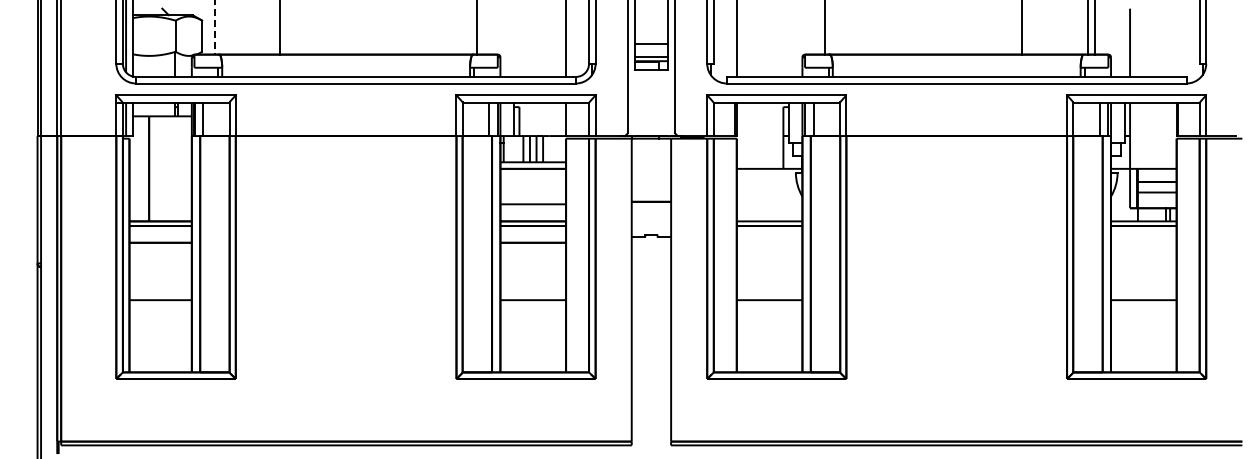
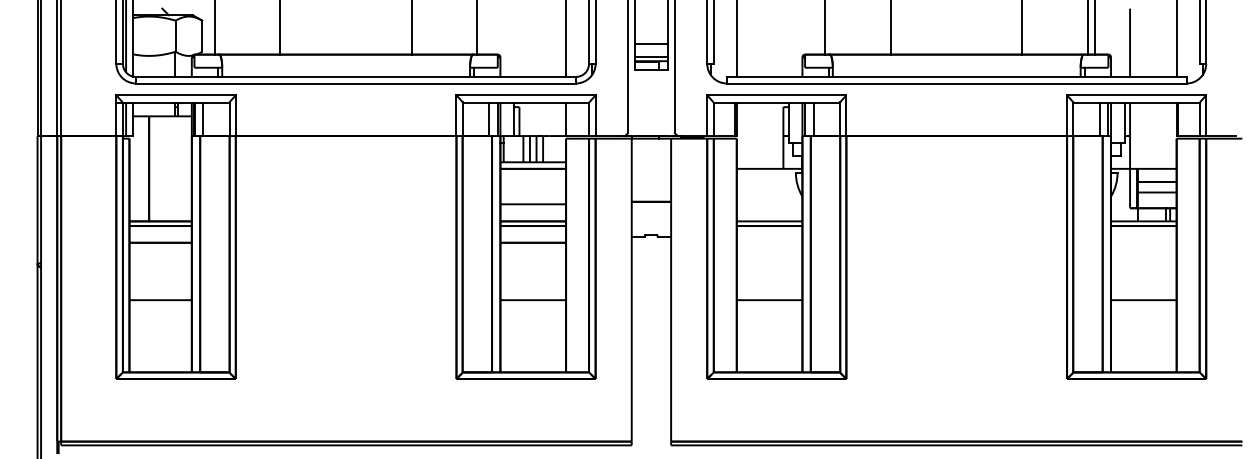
line at (214, 27): dashed -> solid
line at (411, 28): none -> present
line at (891, 28): none -> present
line at (1176, 39): none -> present
